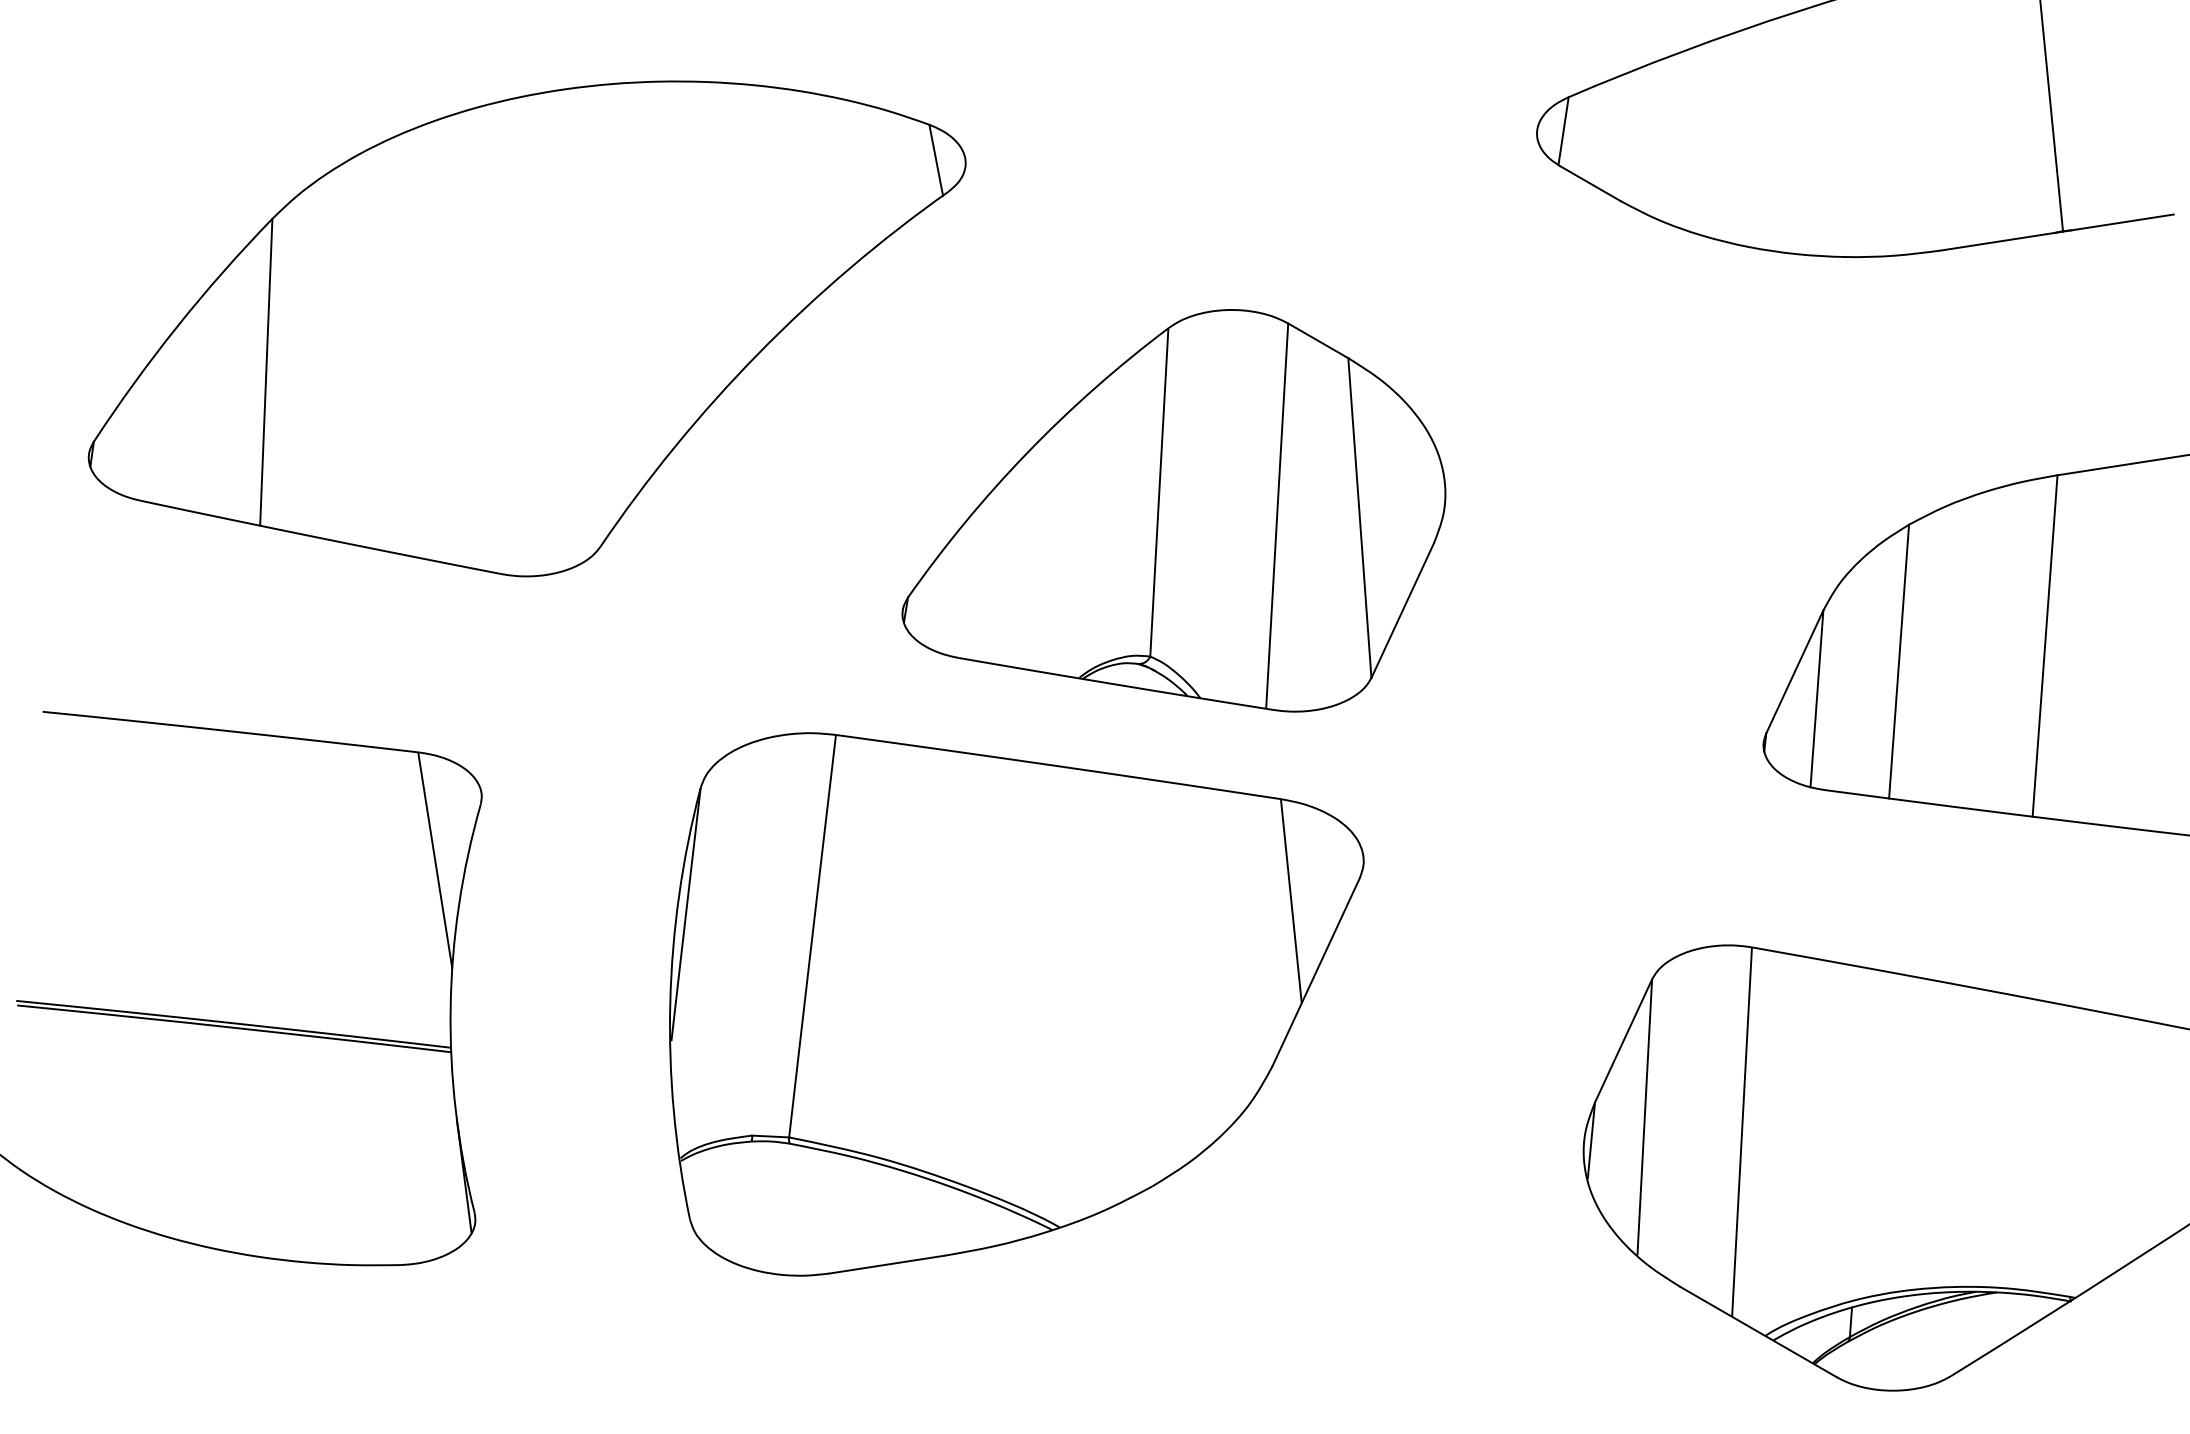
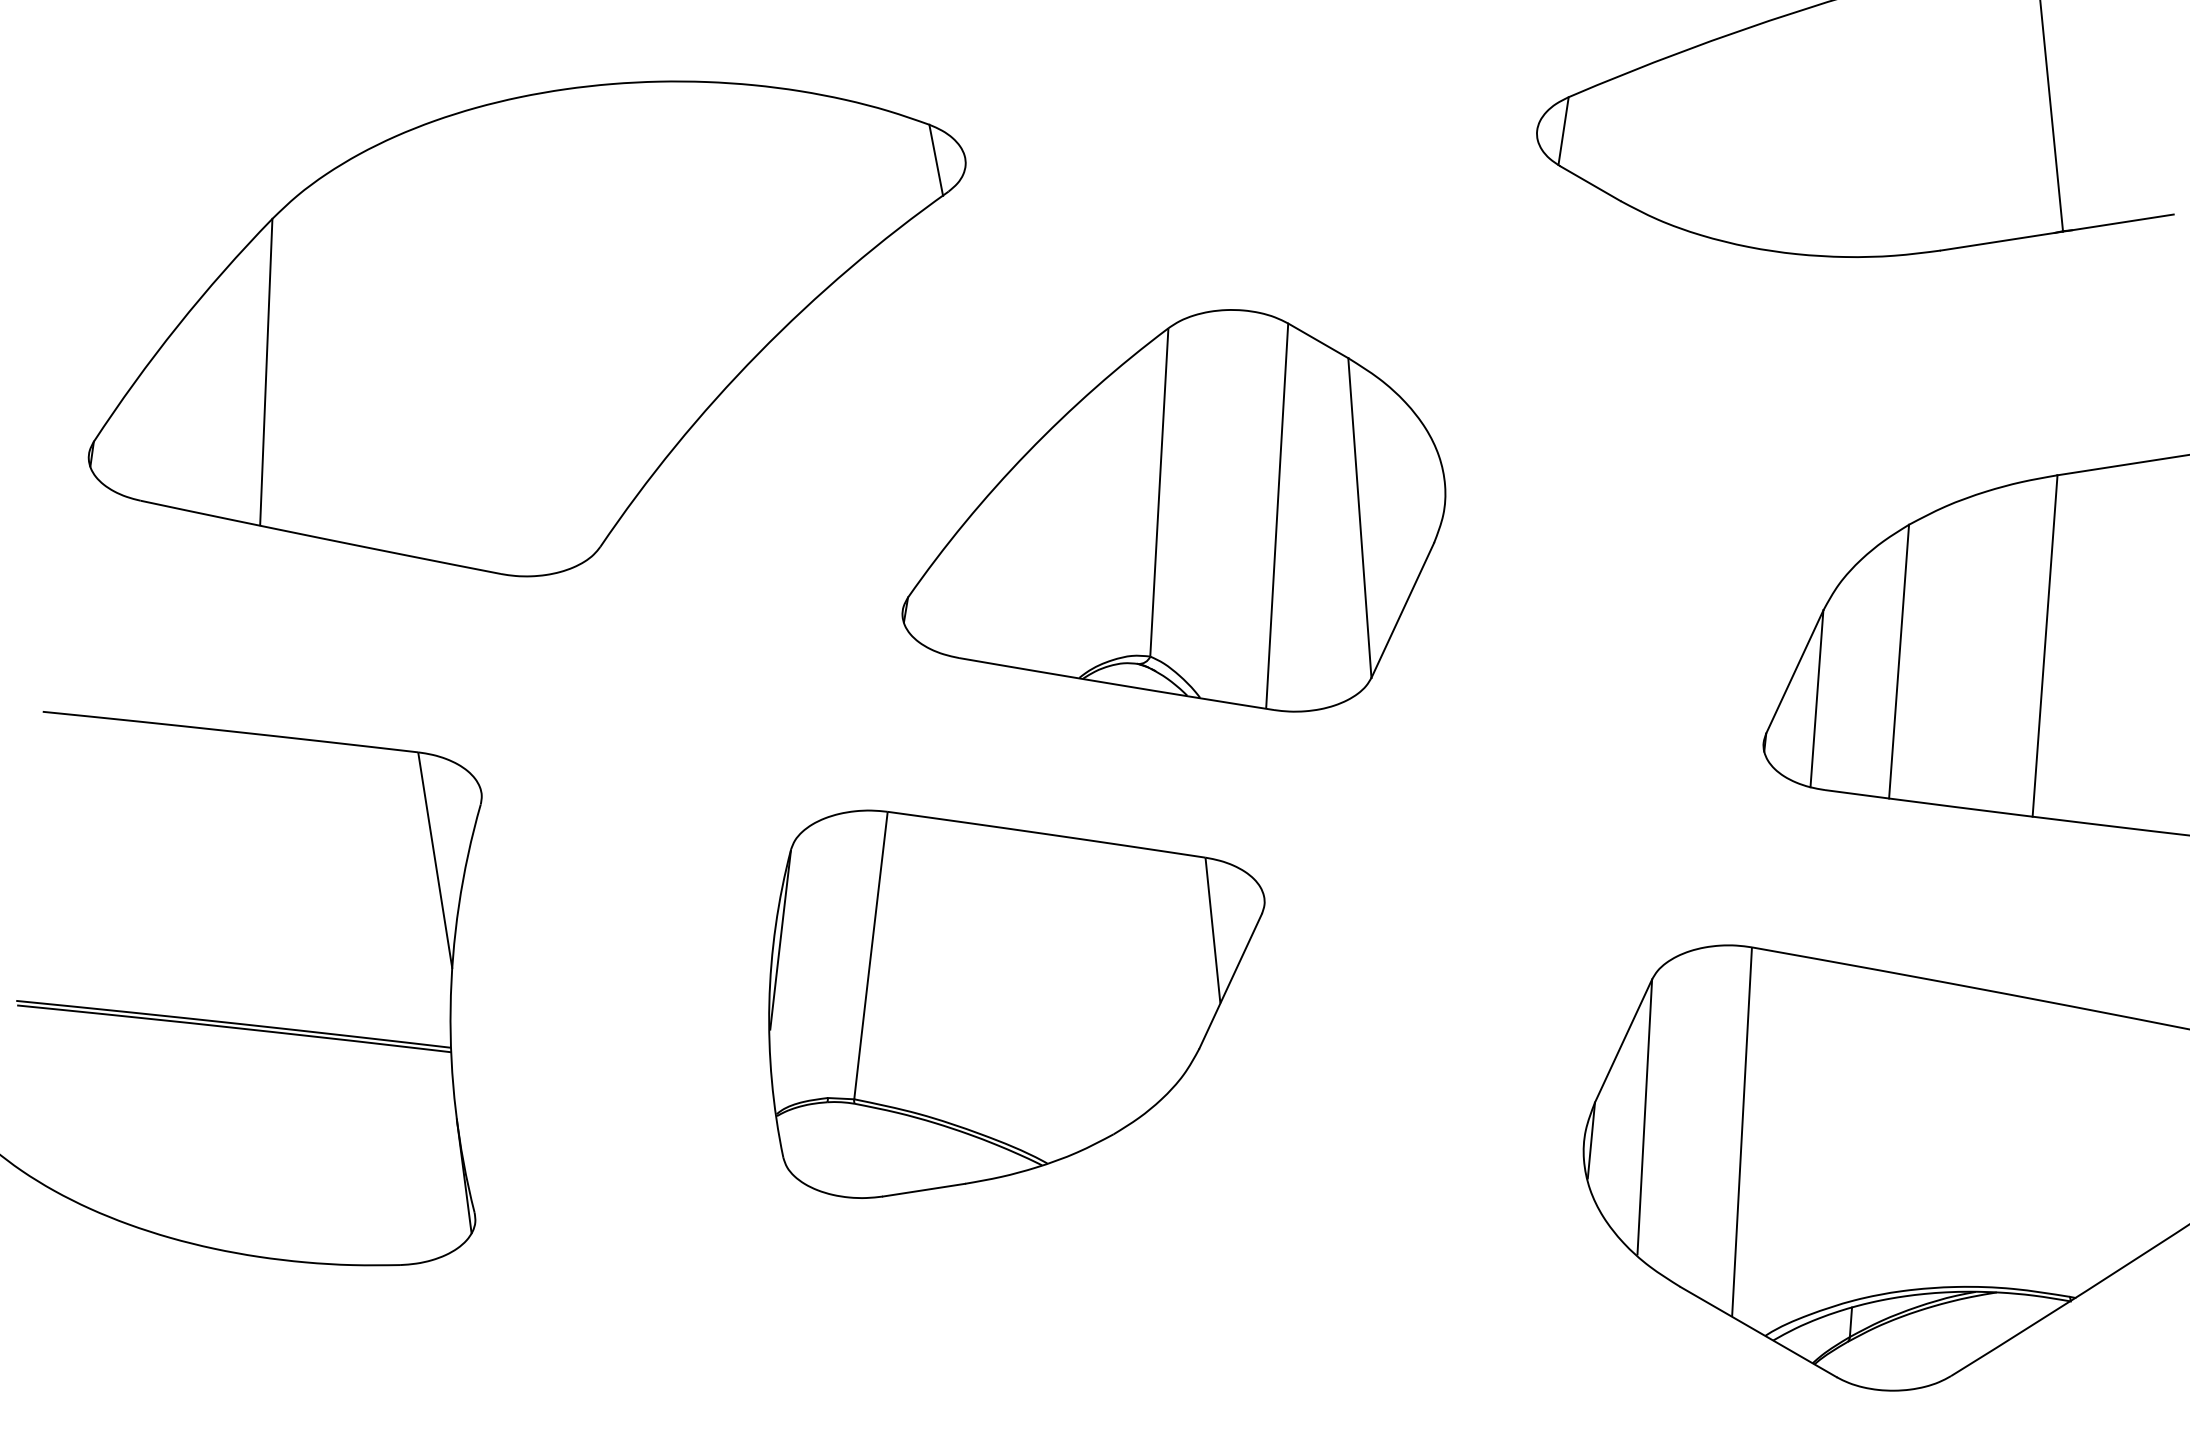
part at (1016, 1004) size: 696x545 px -> 498x390 px
